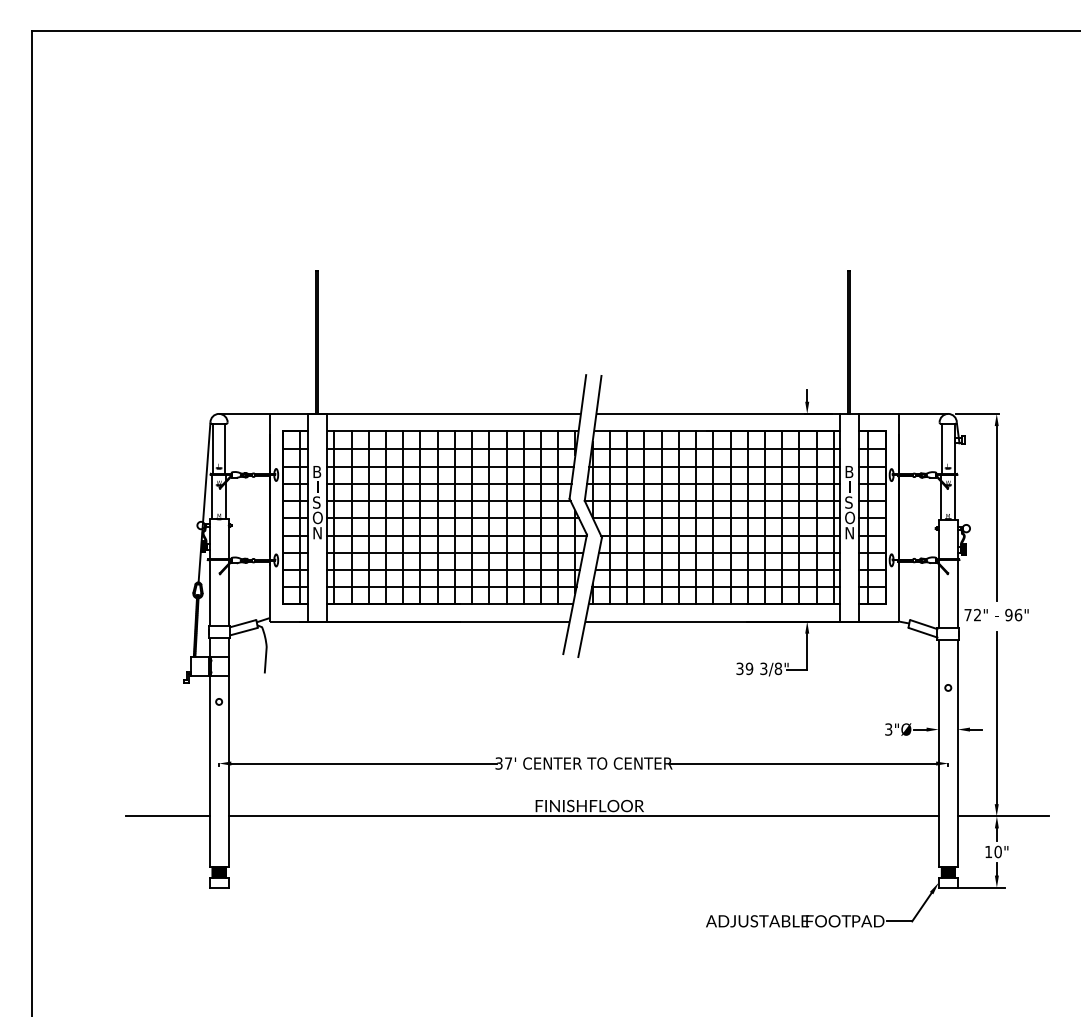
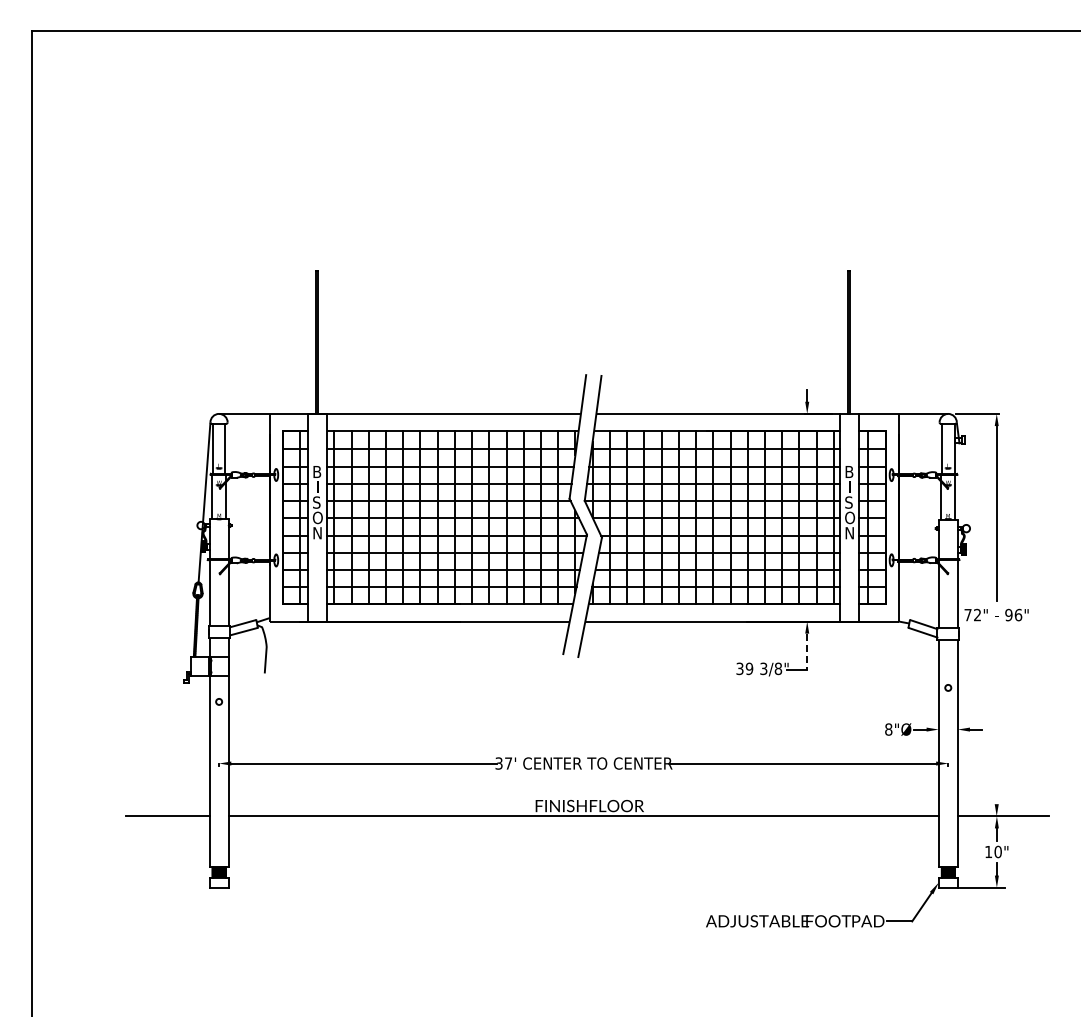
line at (807, 652): solid -> dashed
line at (996, 717): present -> none
text at (888, 729): 3"Ø -> 8"Ø
